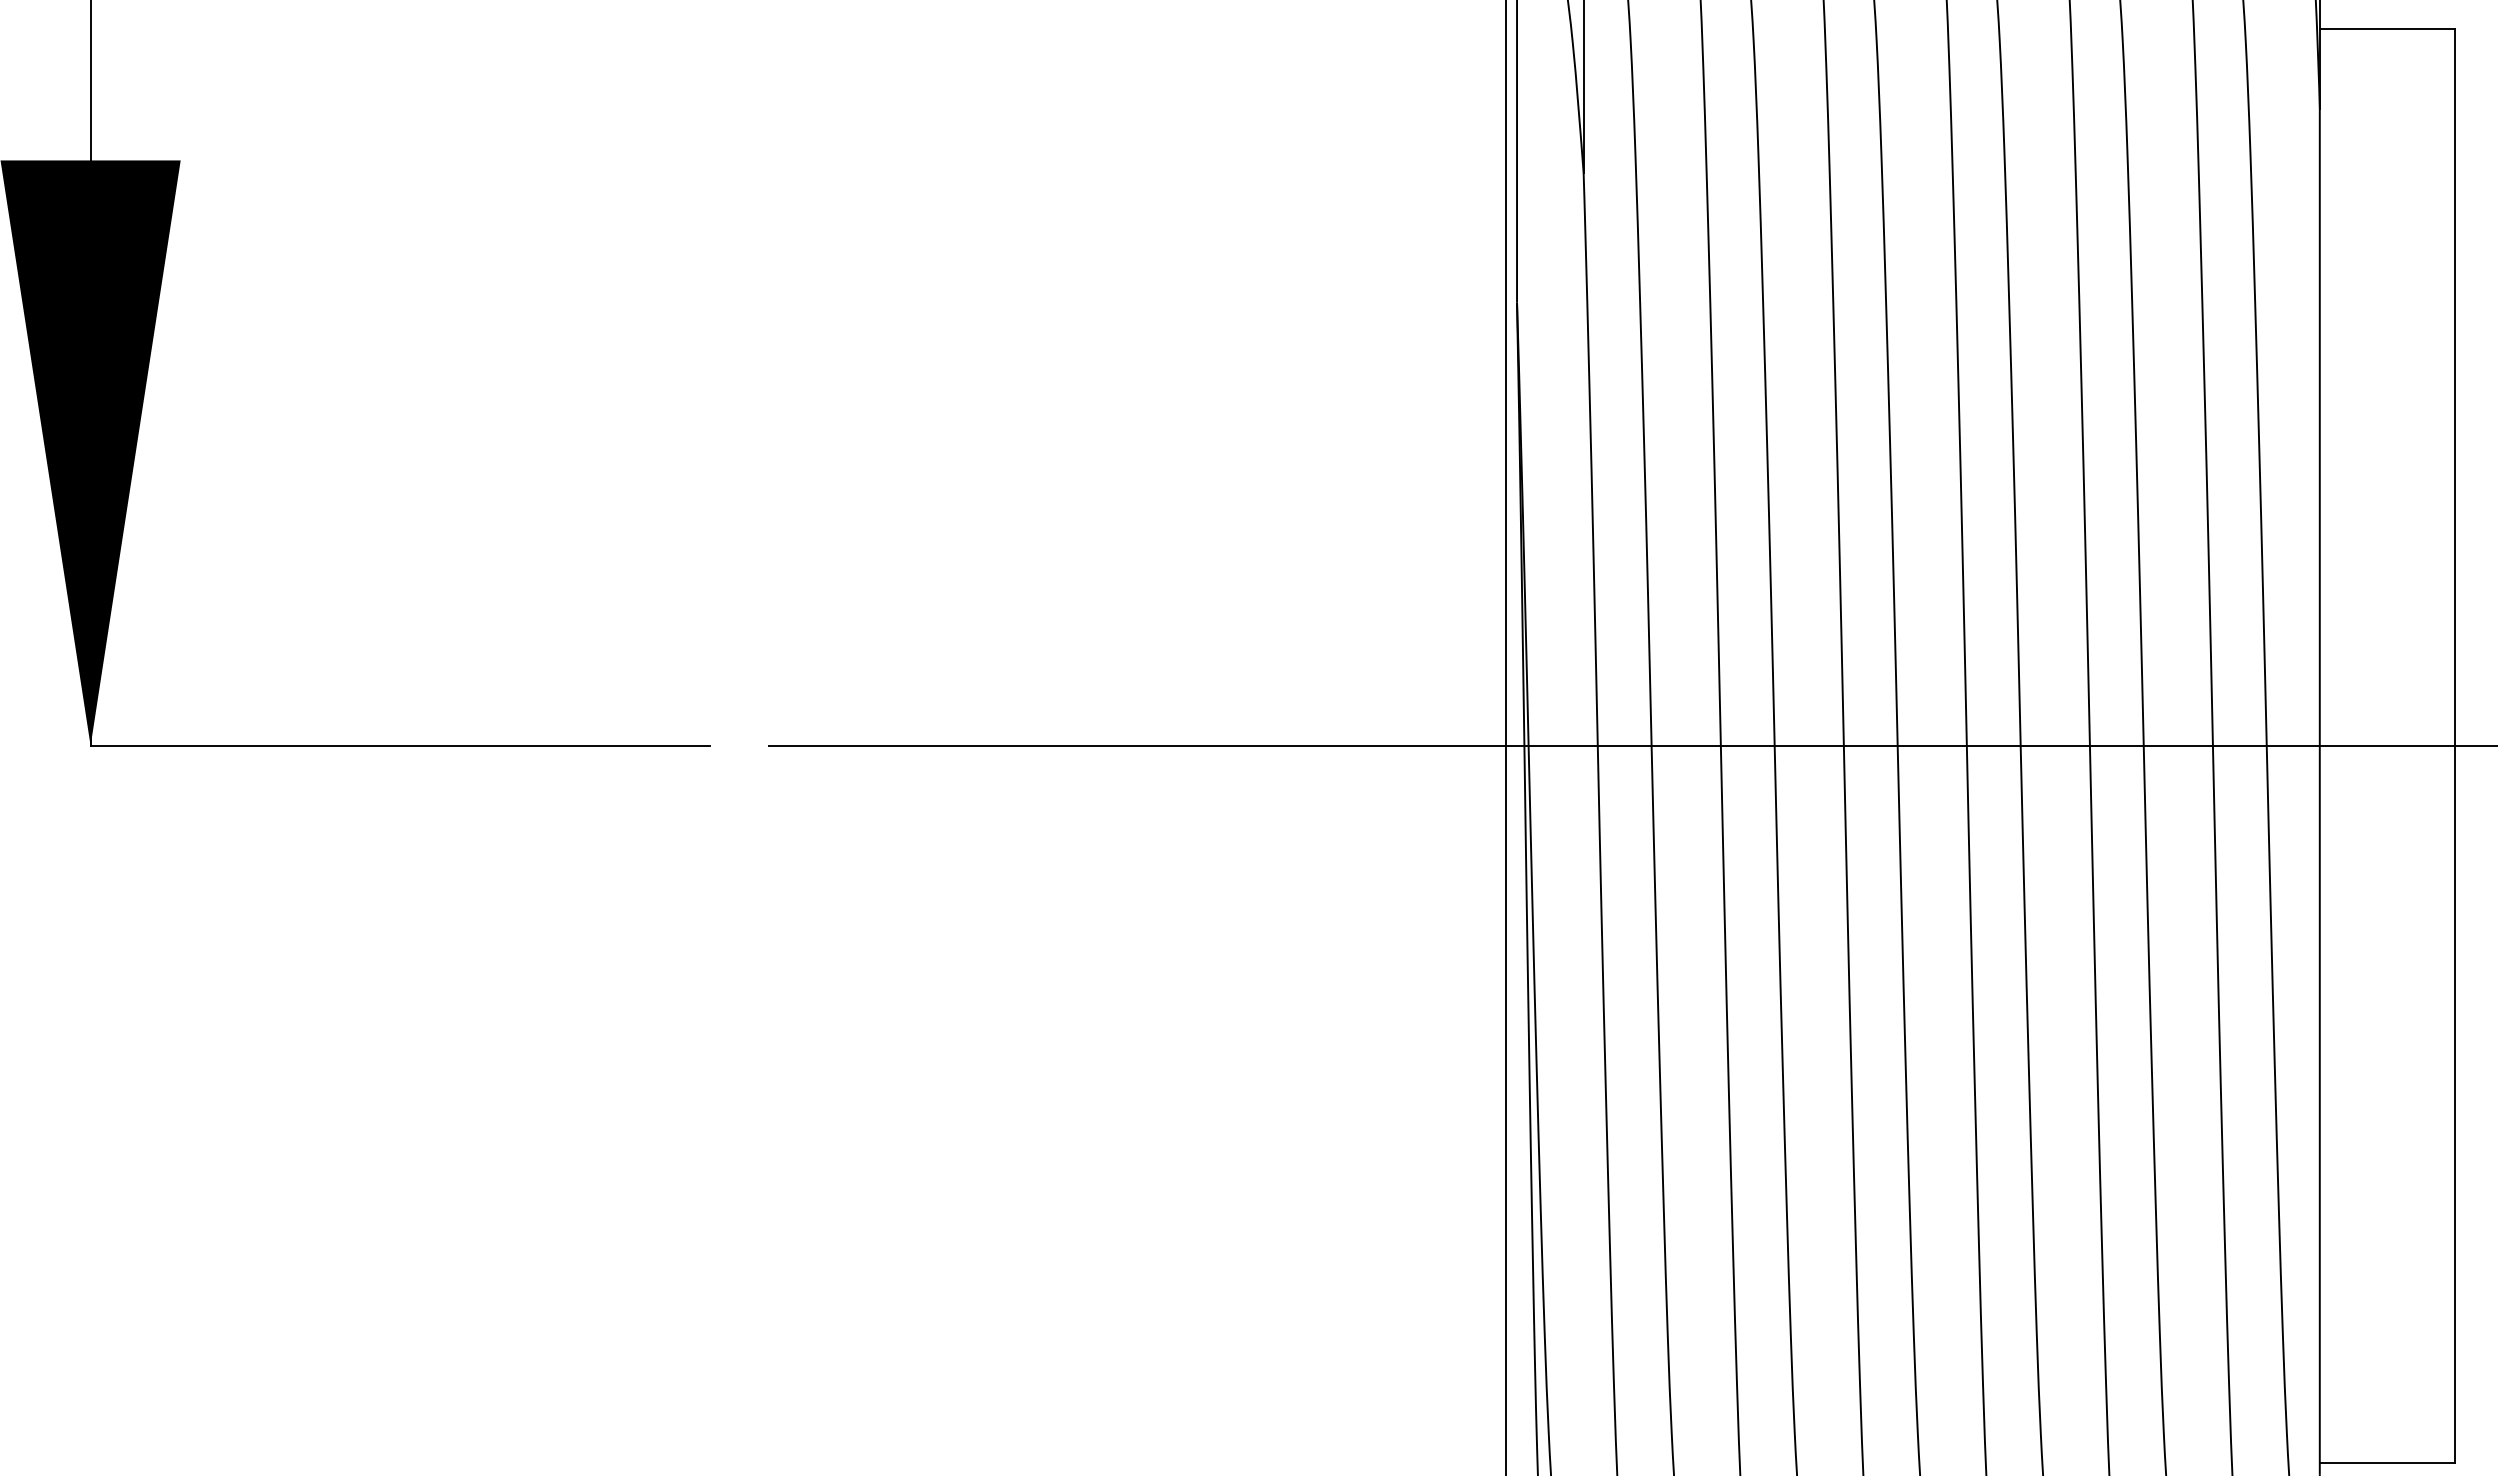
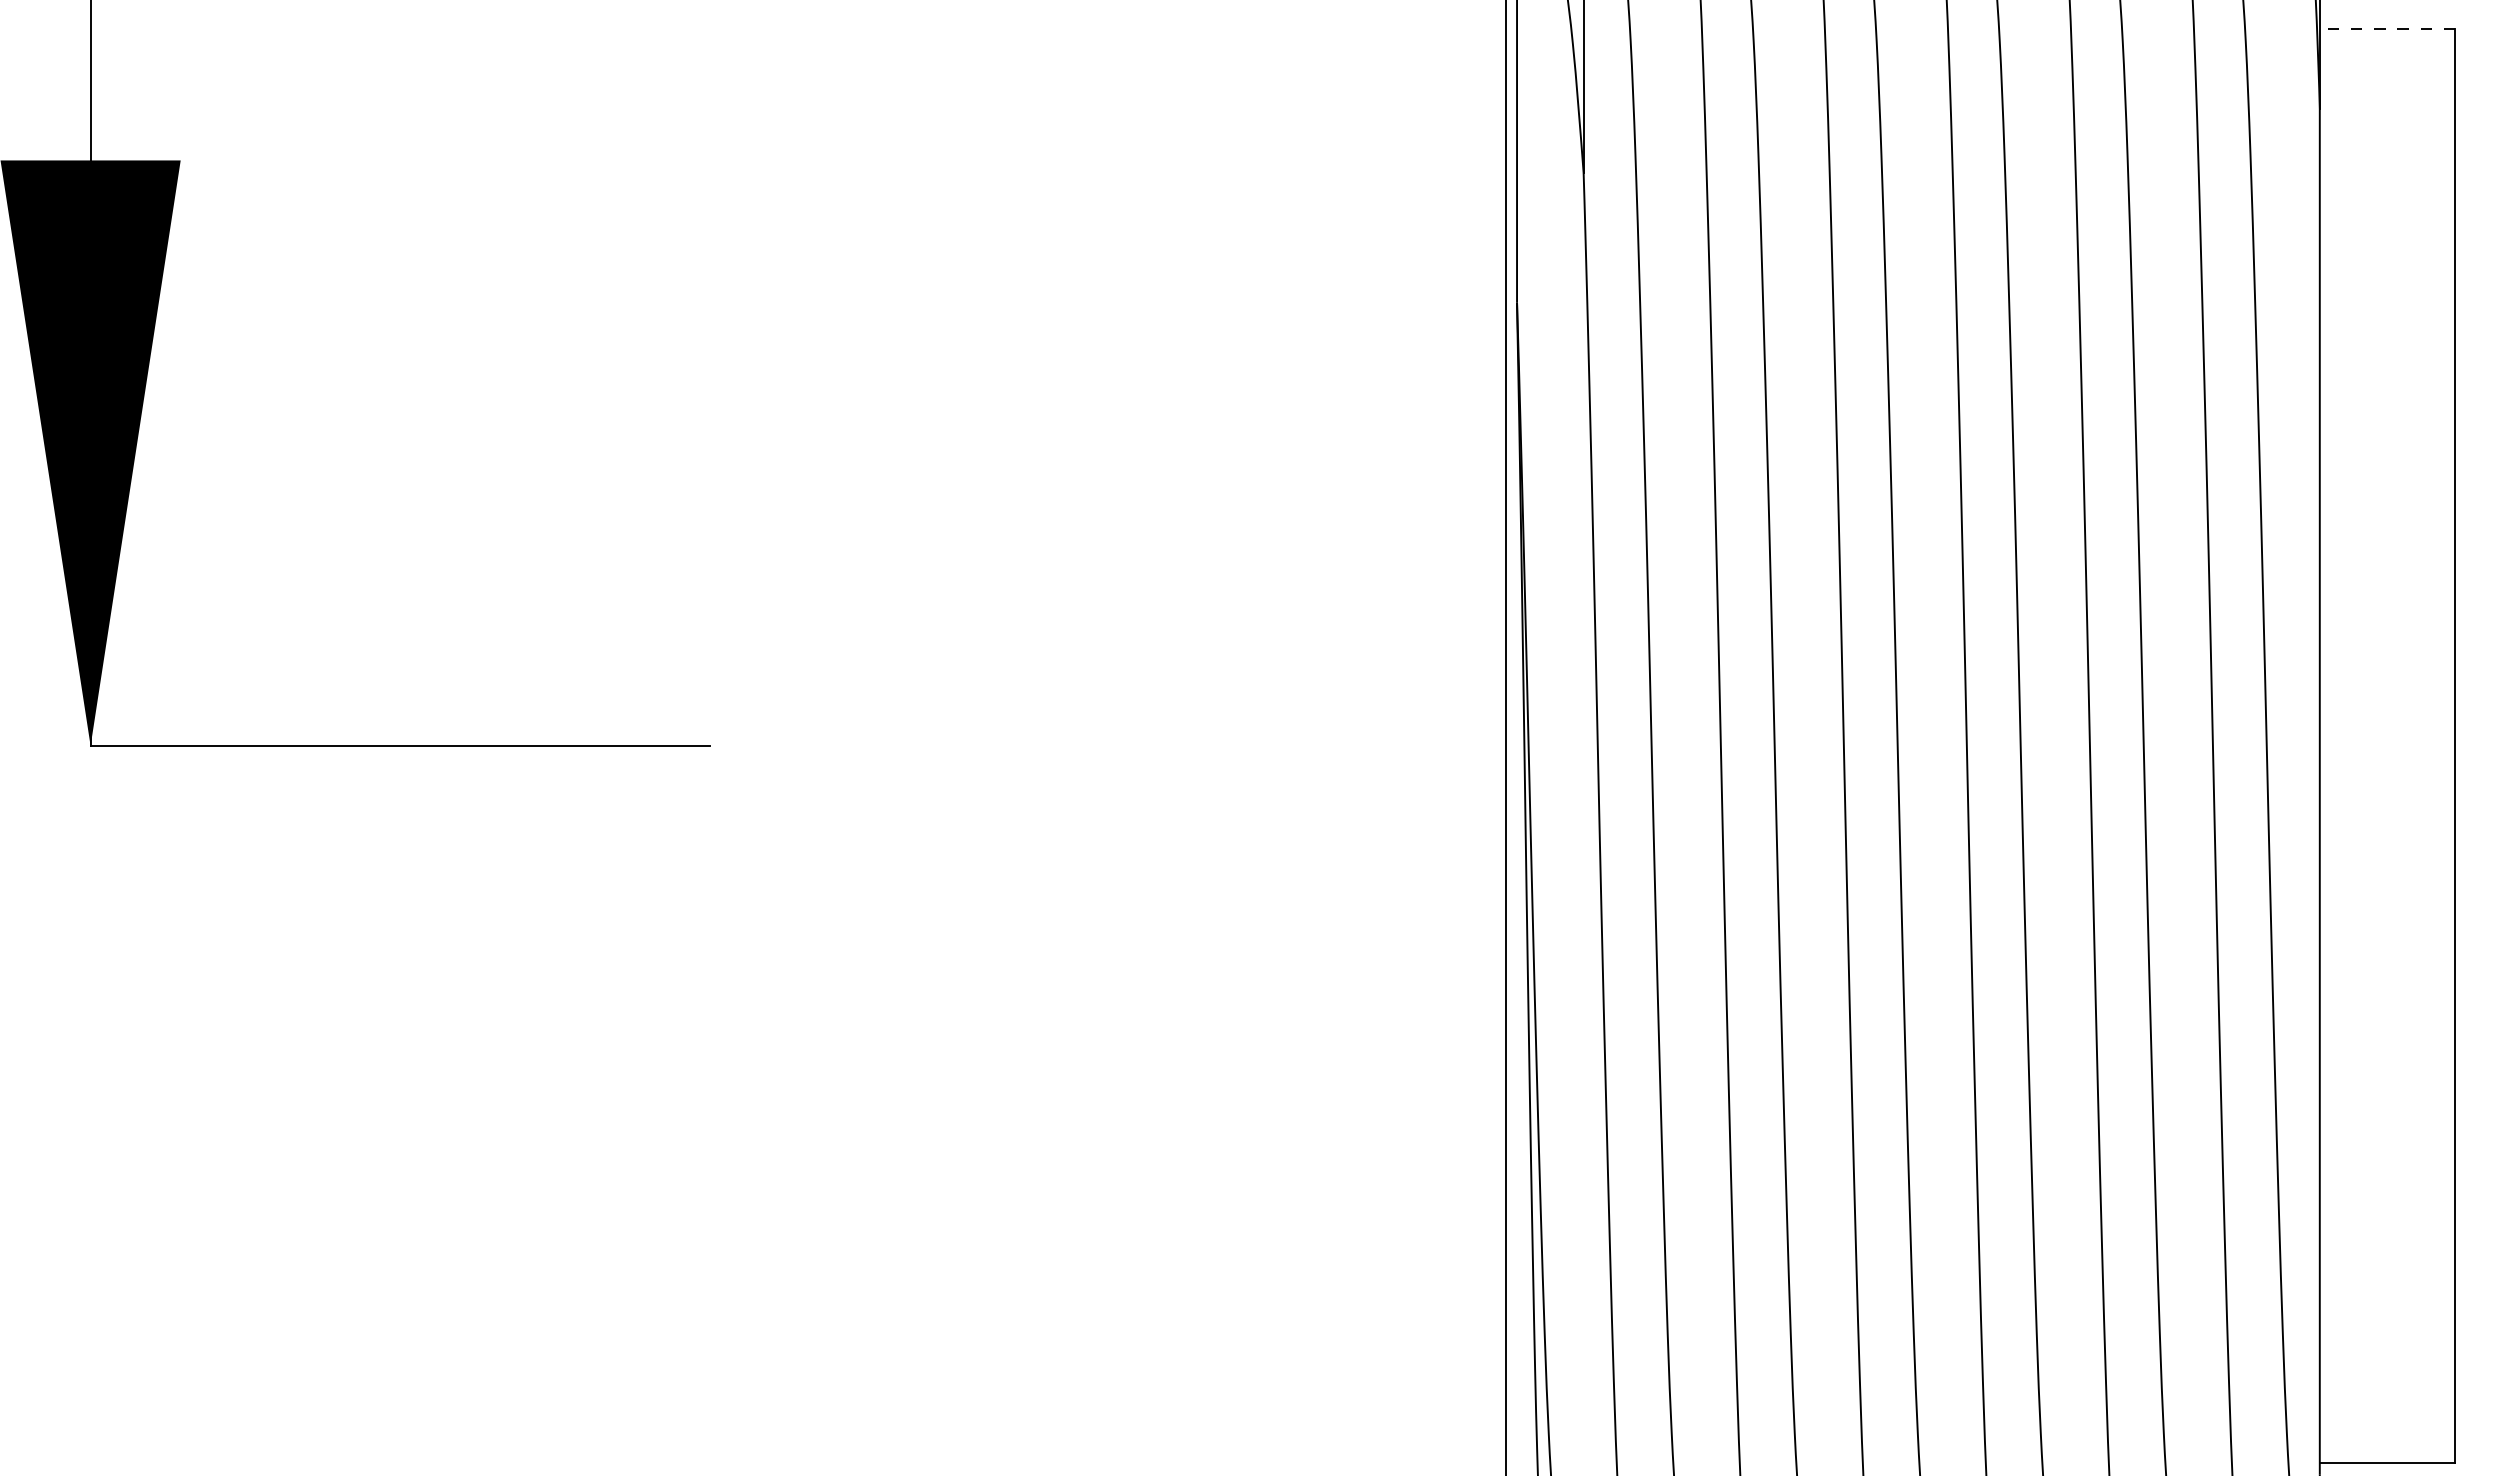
line at (2387, 29): solid -> dashed
line at (1630, 745): present -> none
